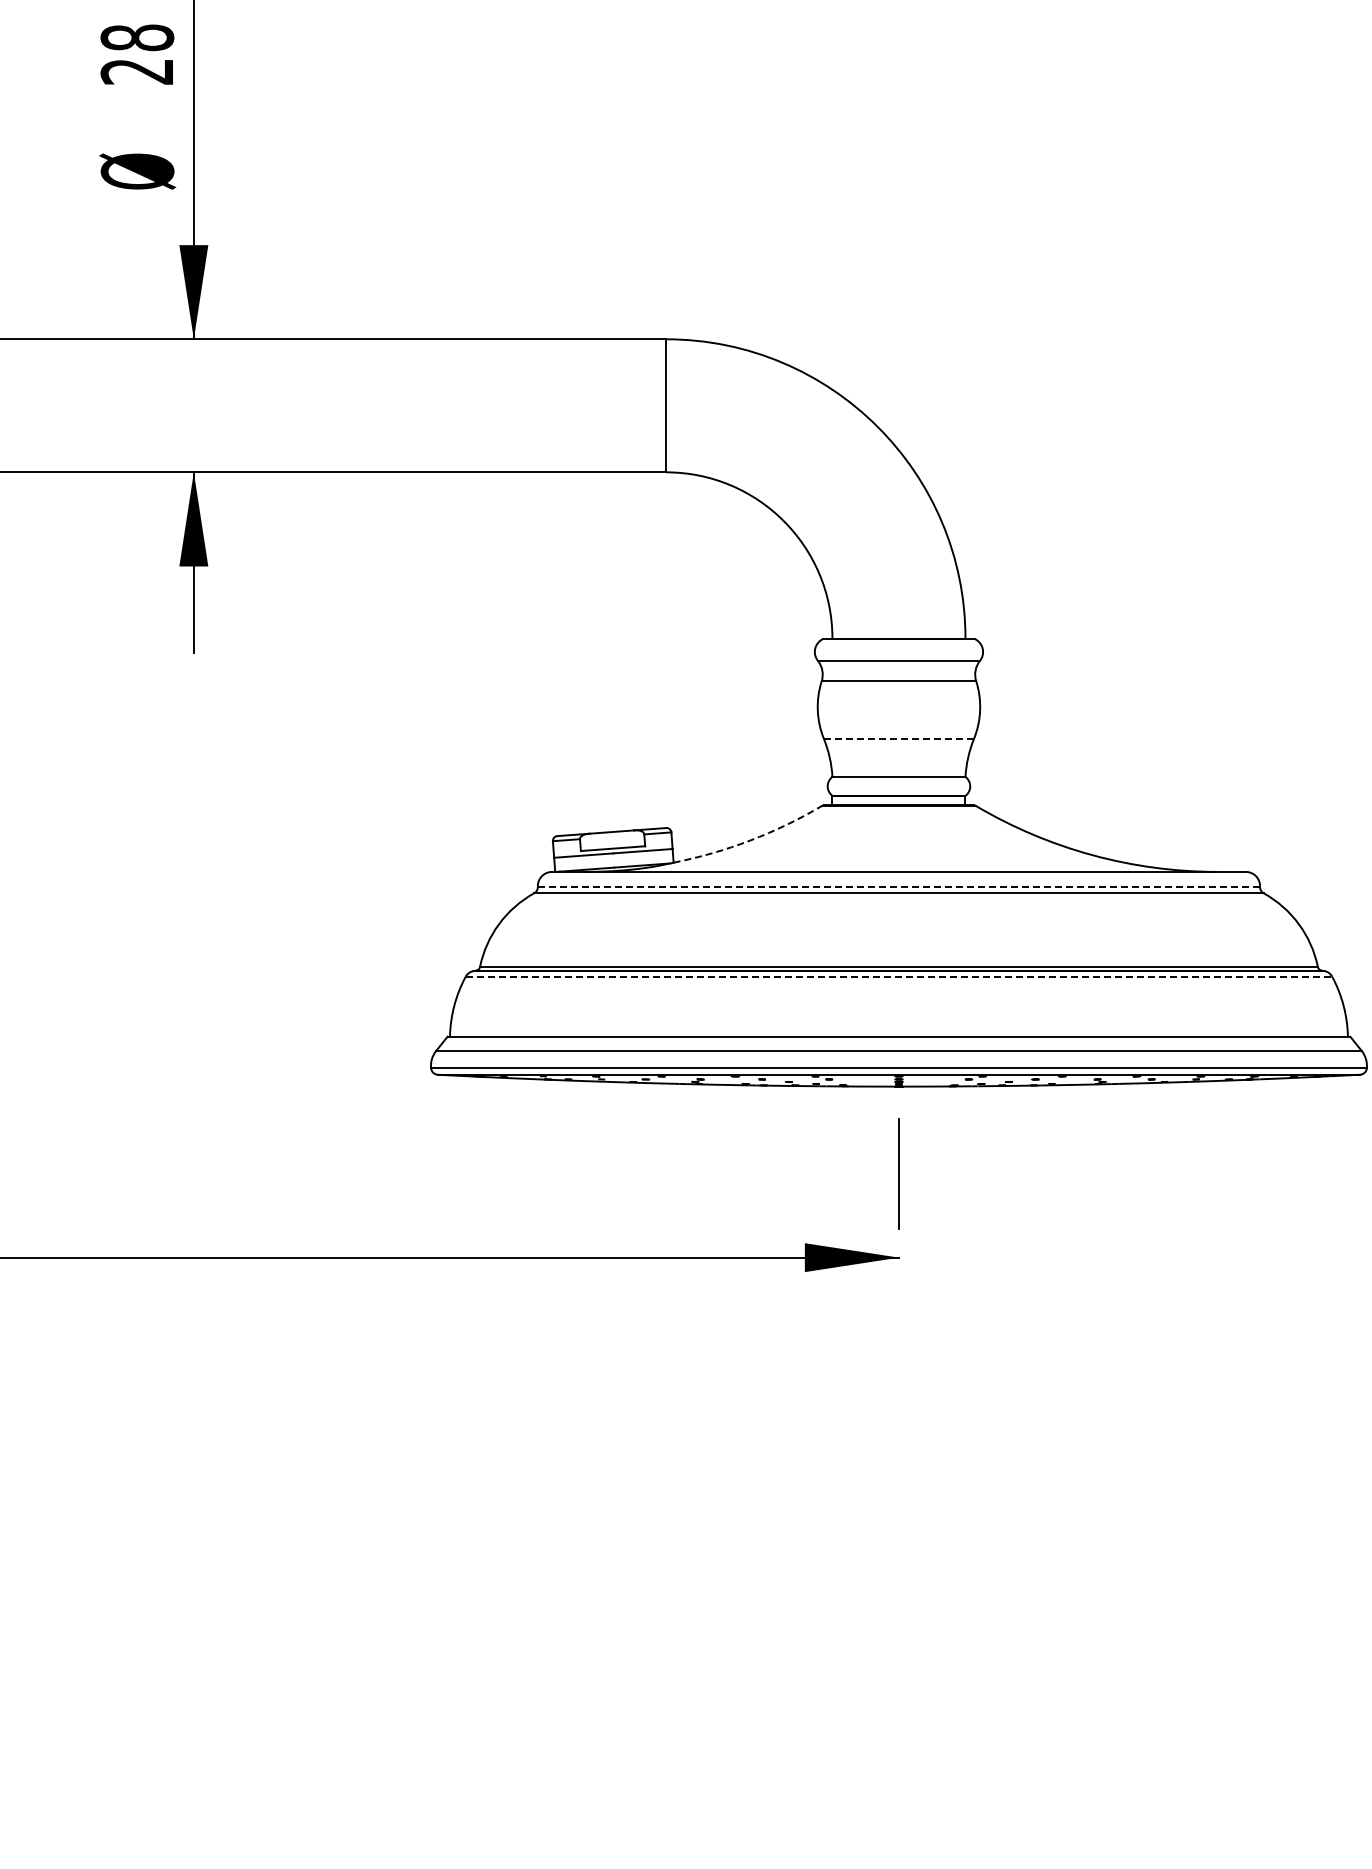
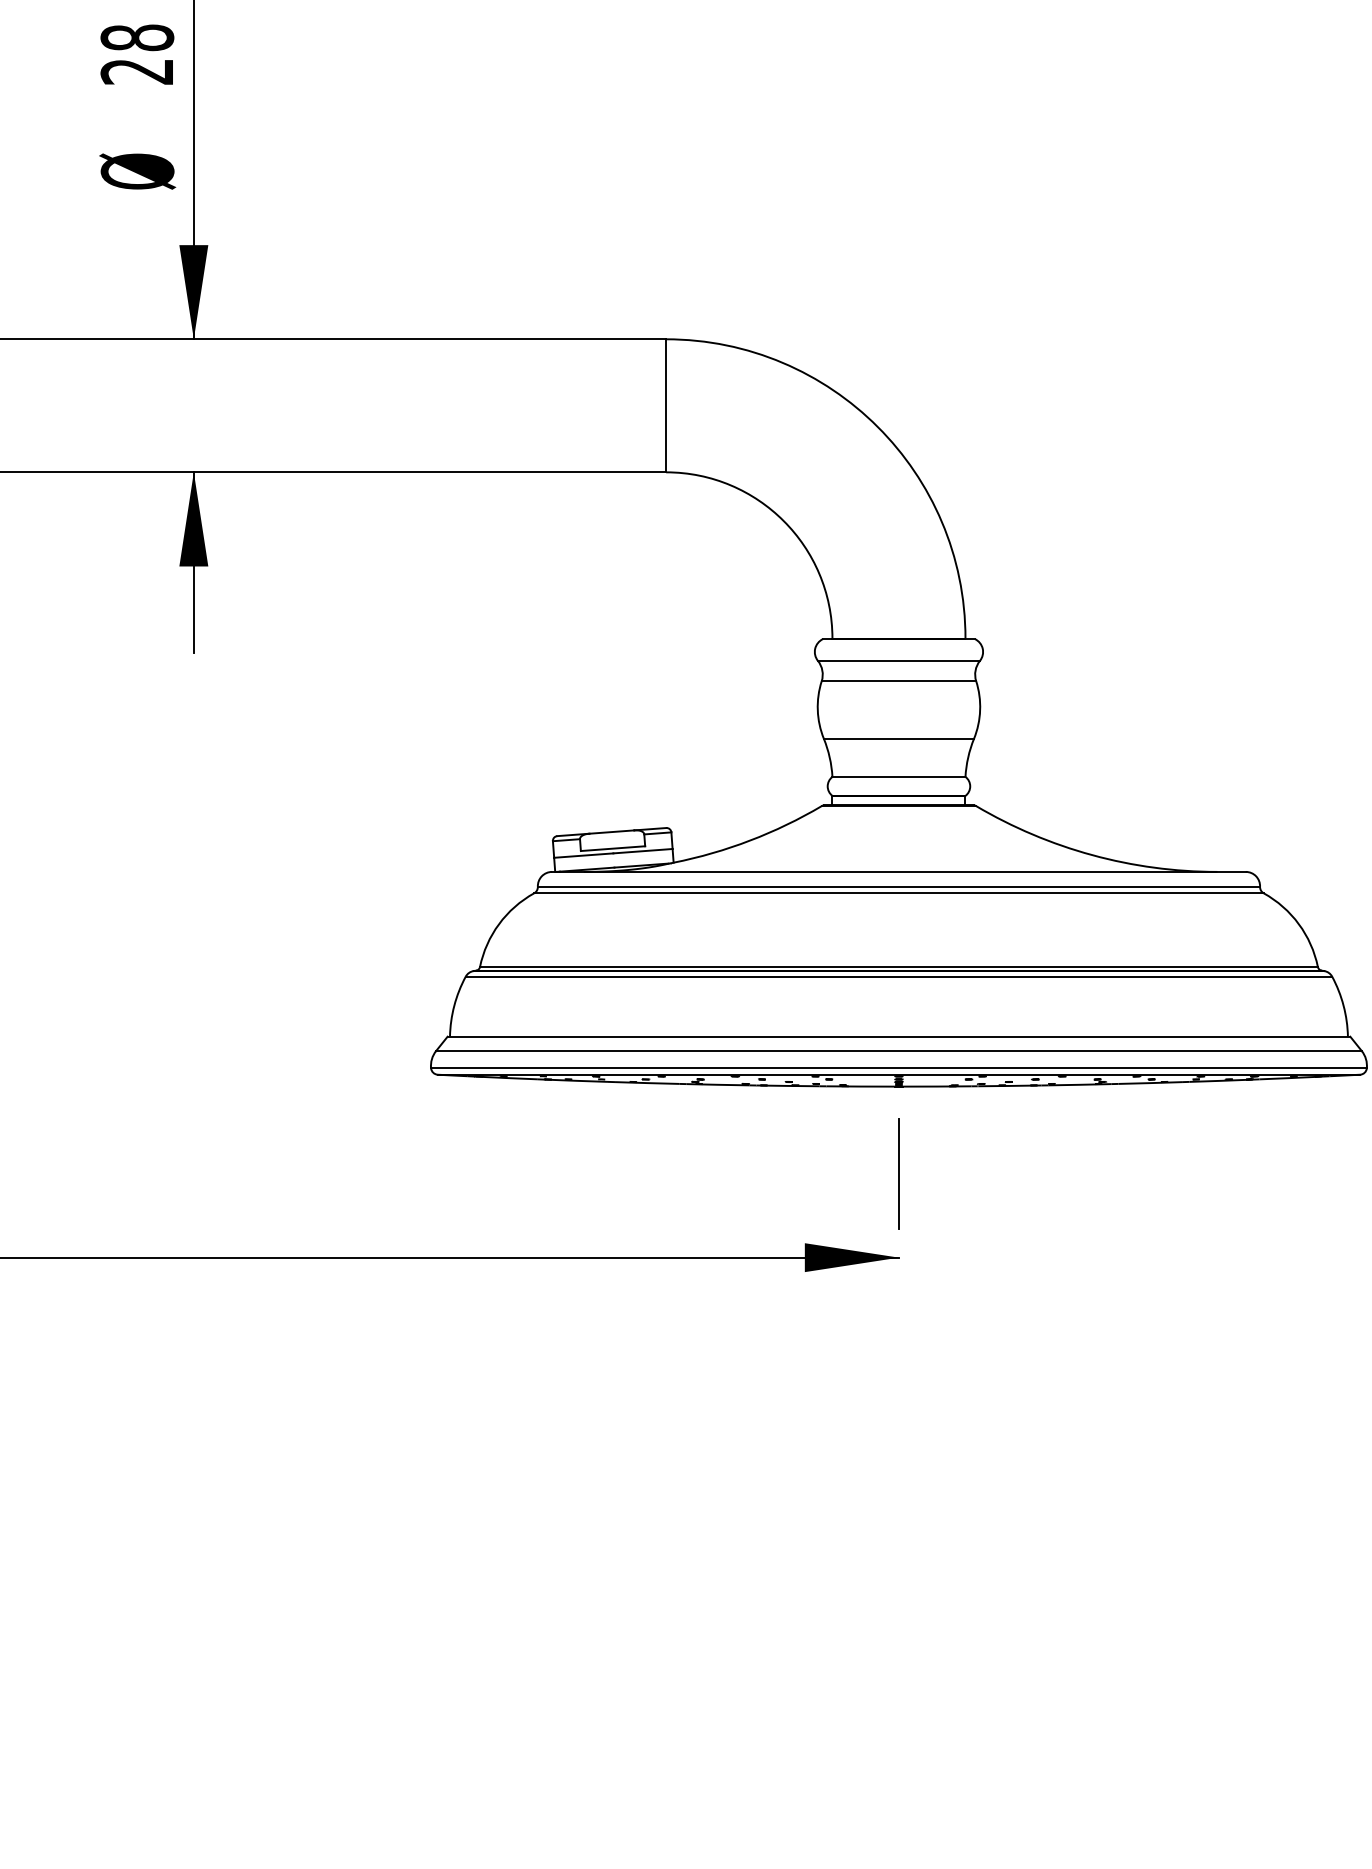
line at (899, 738): dashed -> solid
arc at (750, 840): dashed -> solid
line at (899, 886): dashed -> solid
line at (899, 976): dashed -> solid
